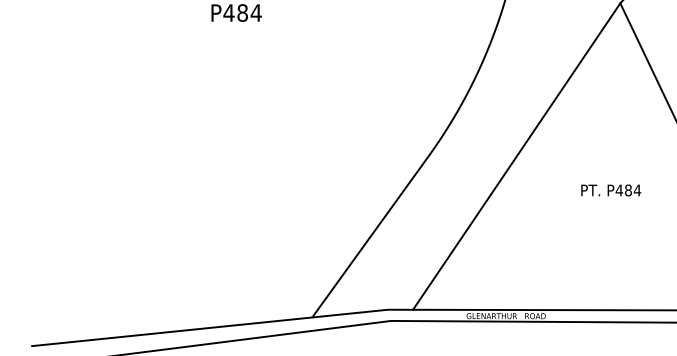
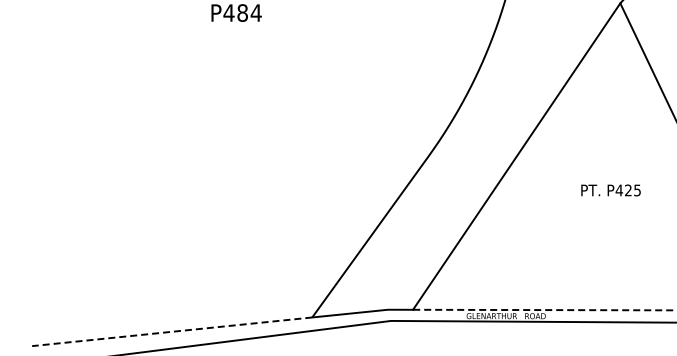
text at (633, 190): P484 -> P425
line at (544, 310): solid -> dashed
line at (172, 331): solid -> dashed
